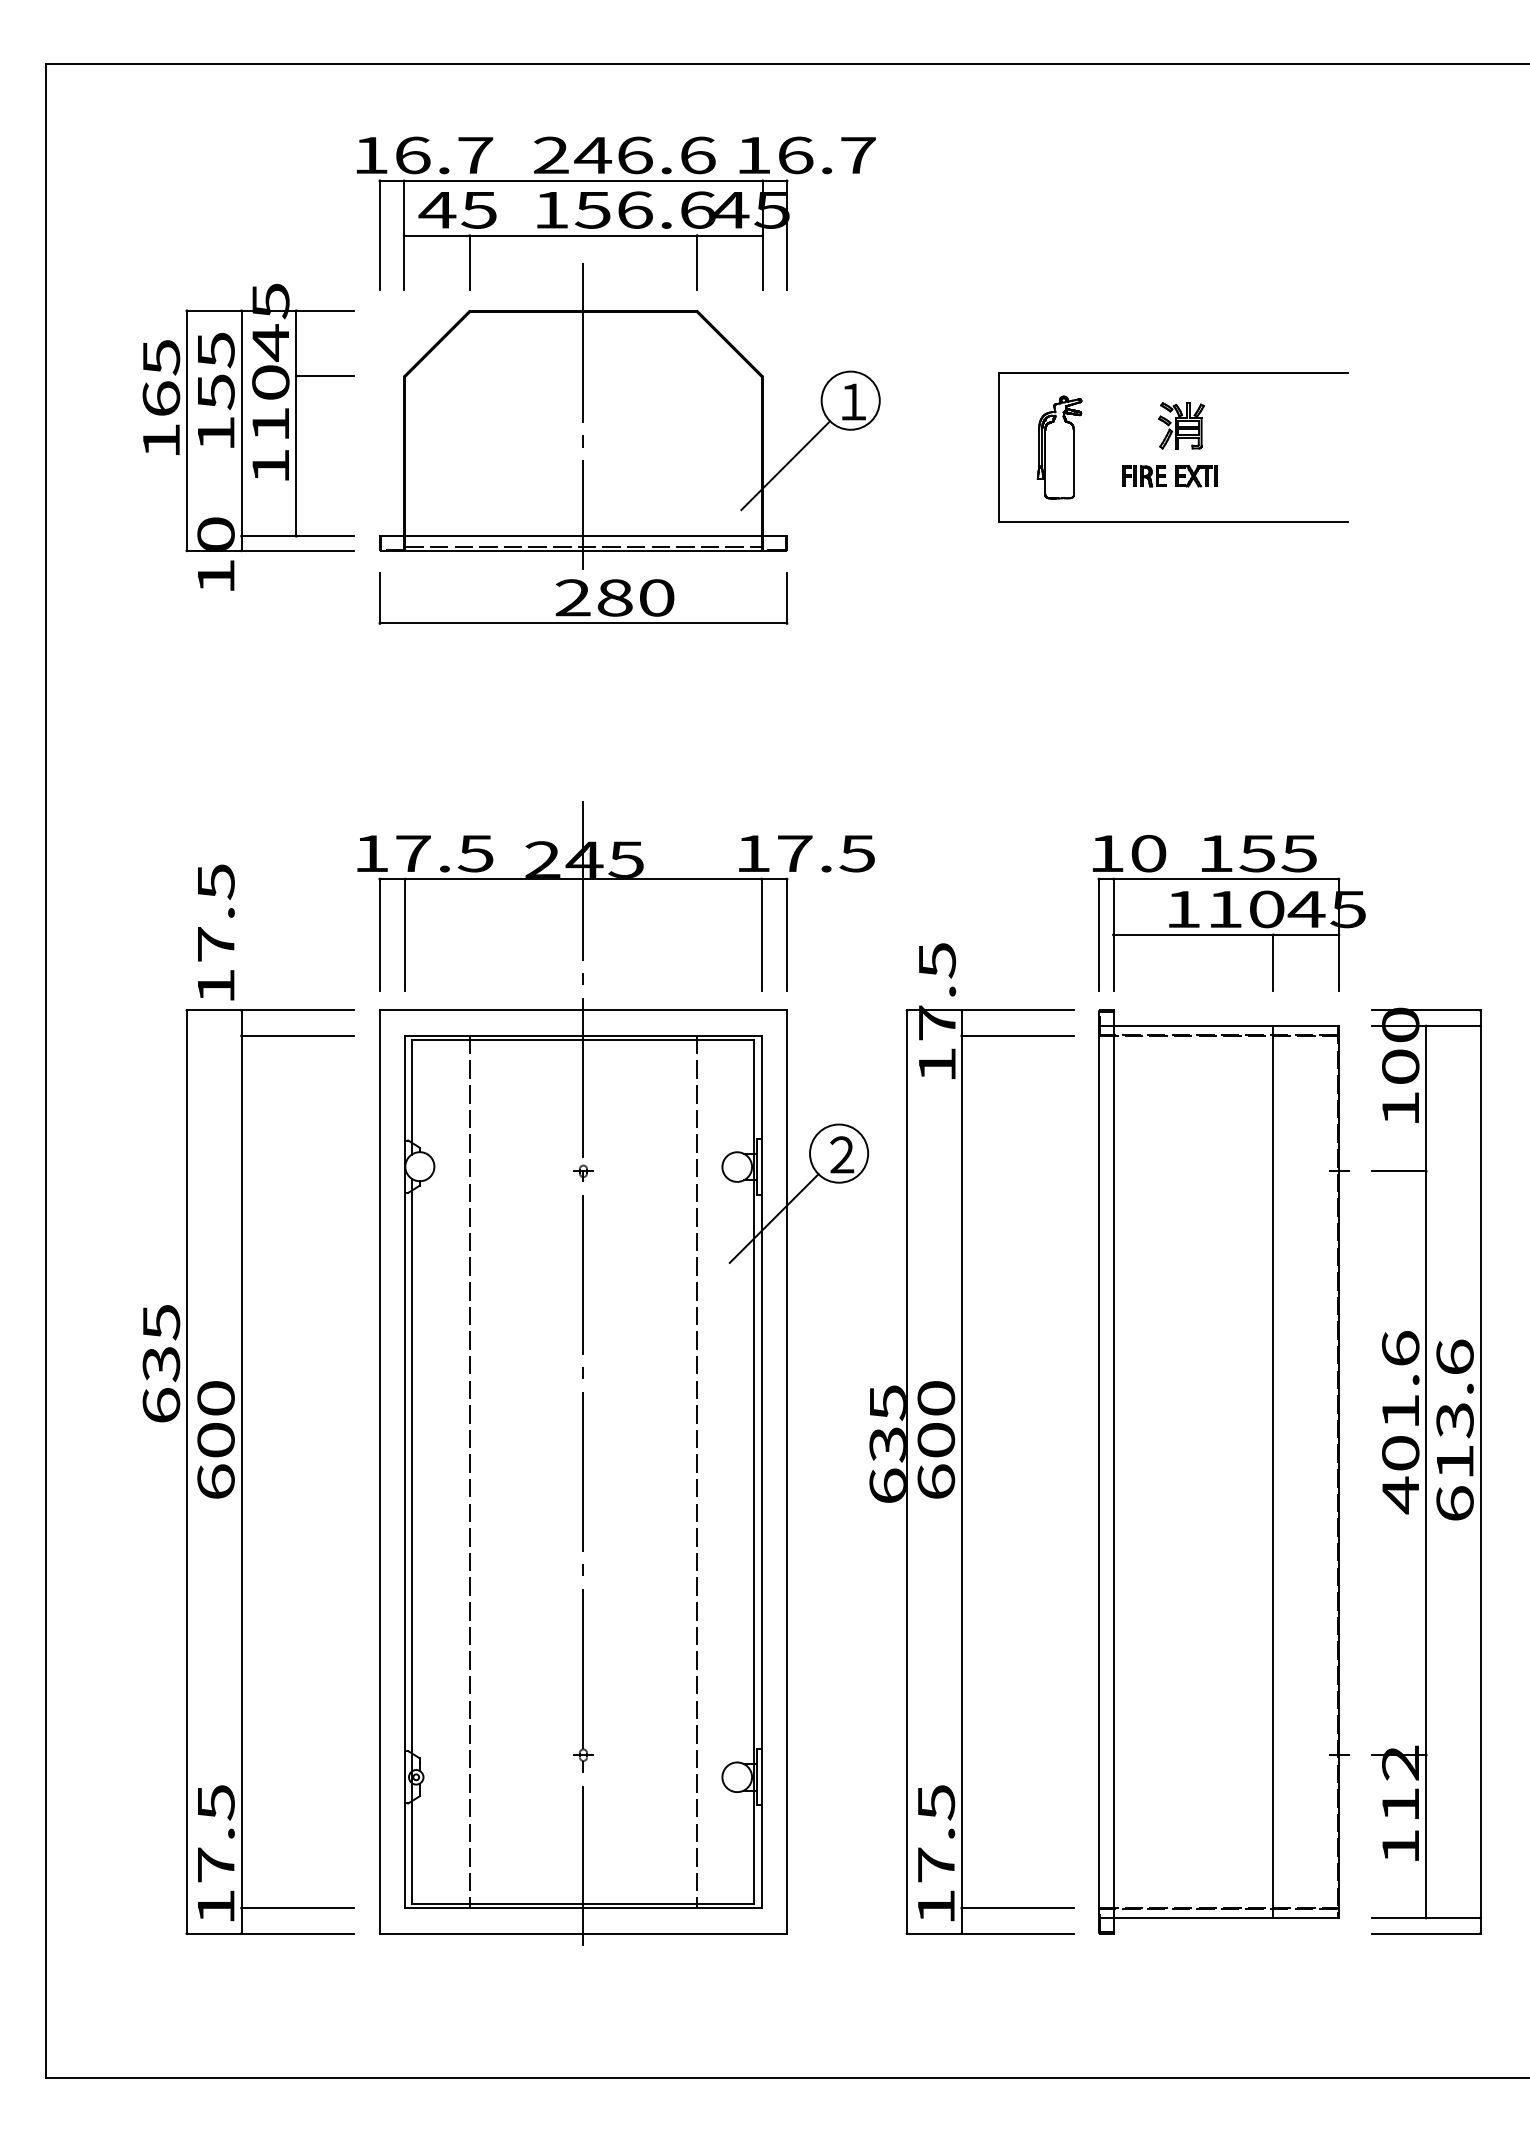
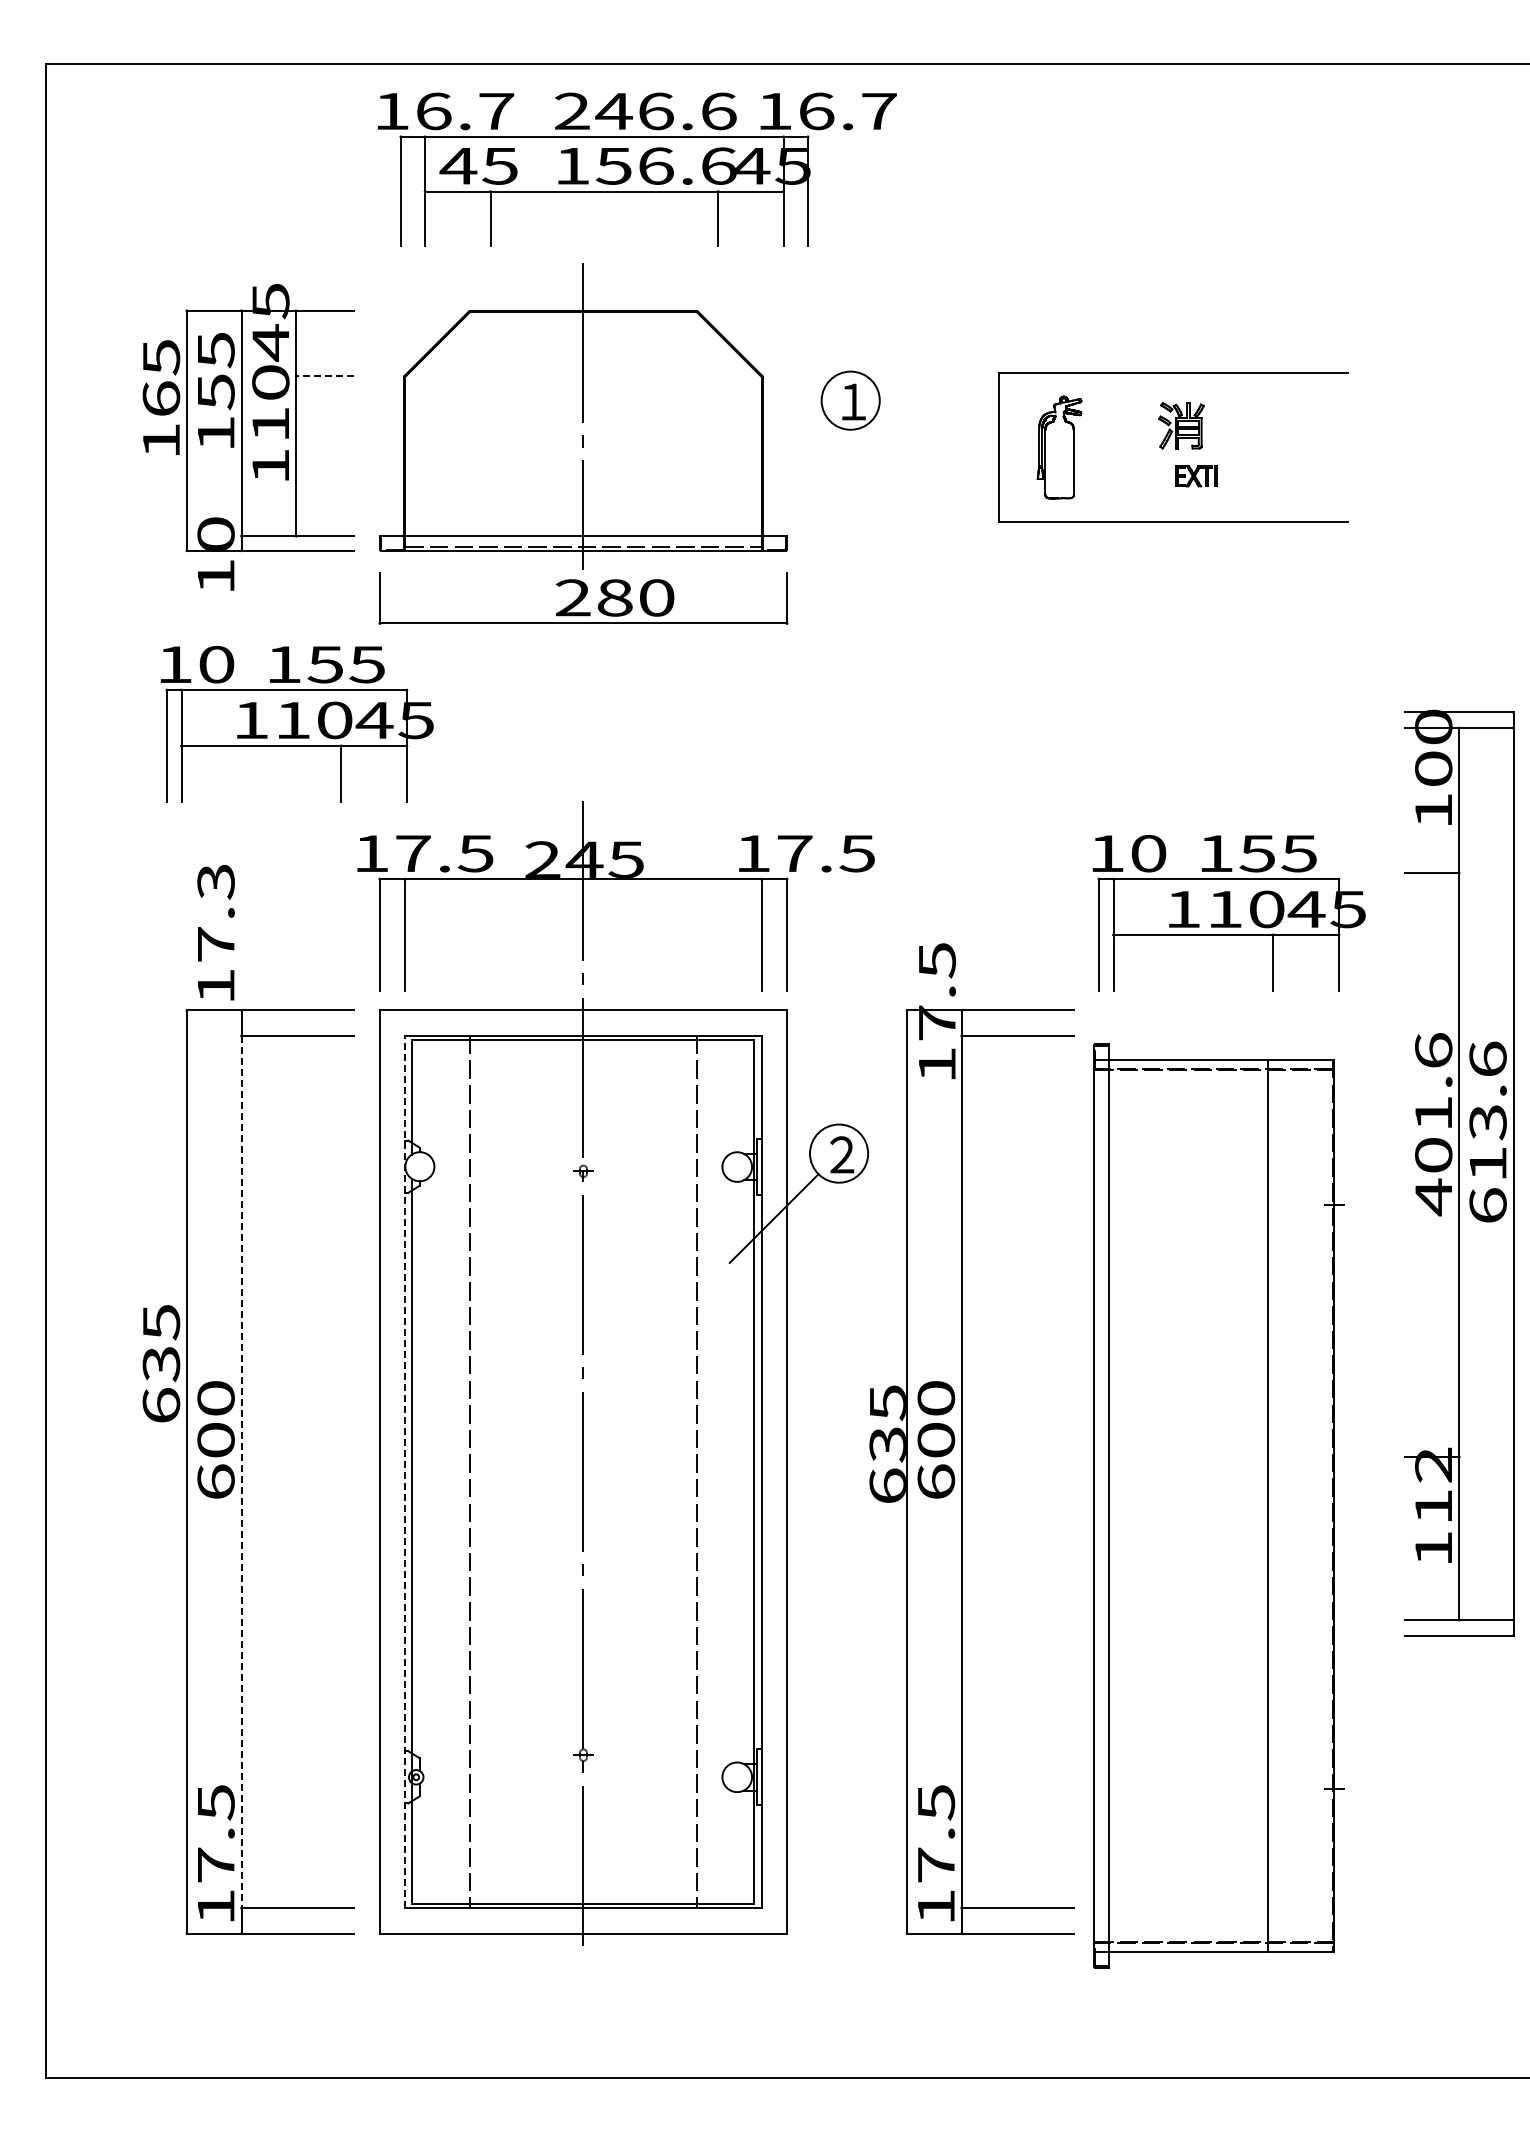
part at (616, 213) position: (616, 213) -> (637, 169)
line at (324, 376): solid -> dashed
line at (785, 465): present -> none
part at (1144, 476): present -> none
part at (297, 724): none -> present
text at (215, 881): 17.5 -> 17.3
part at (1426, 1470) position: (1426, 1470) -> (1459, 1172)
line at (405, 1471): solid -> dashed
part at (1223, 1471) position: (1223, 1471) -> (1218, 1505)
line at (241, 1472): solid -> dashed
